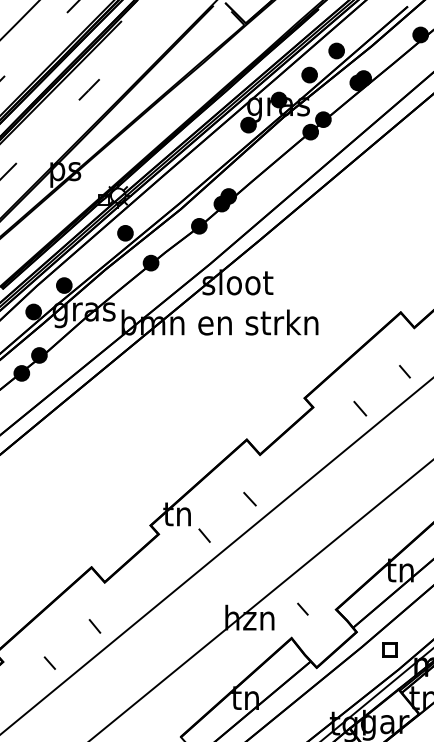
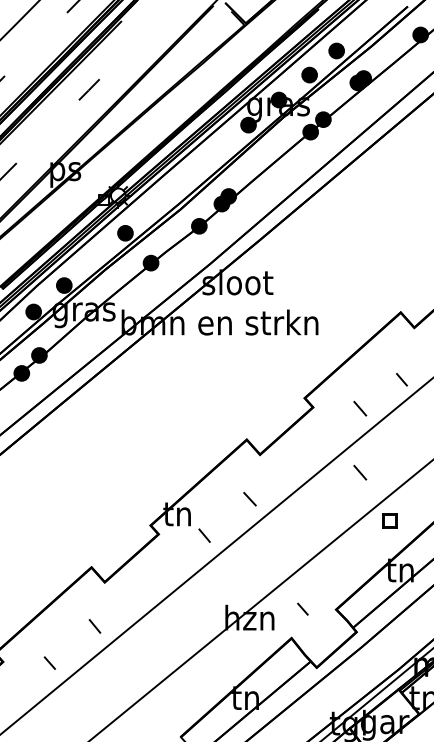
line at (404, 371) position: (404, 371) -> (401, 379)
line at (360, 472): none -> present
part at (389, 649) position: (389, 649) -> (389, 520)
